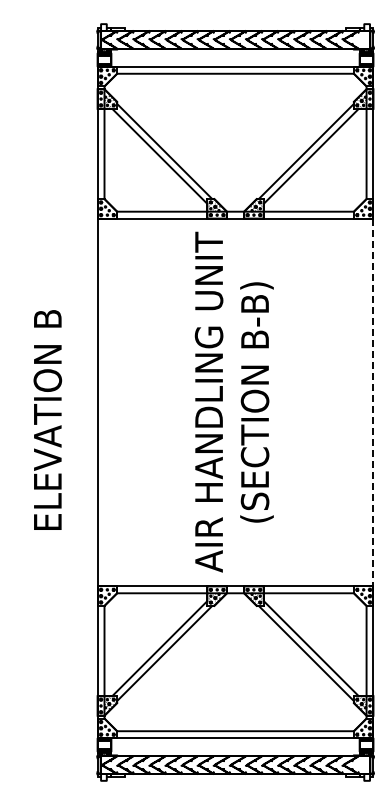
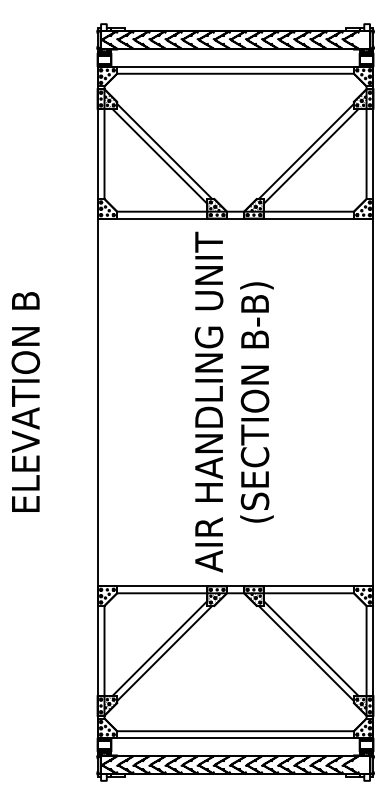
line at (373, 402): dashed -> solid
text at (47, 419) position: (47, 419) -> (25, 401)
